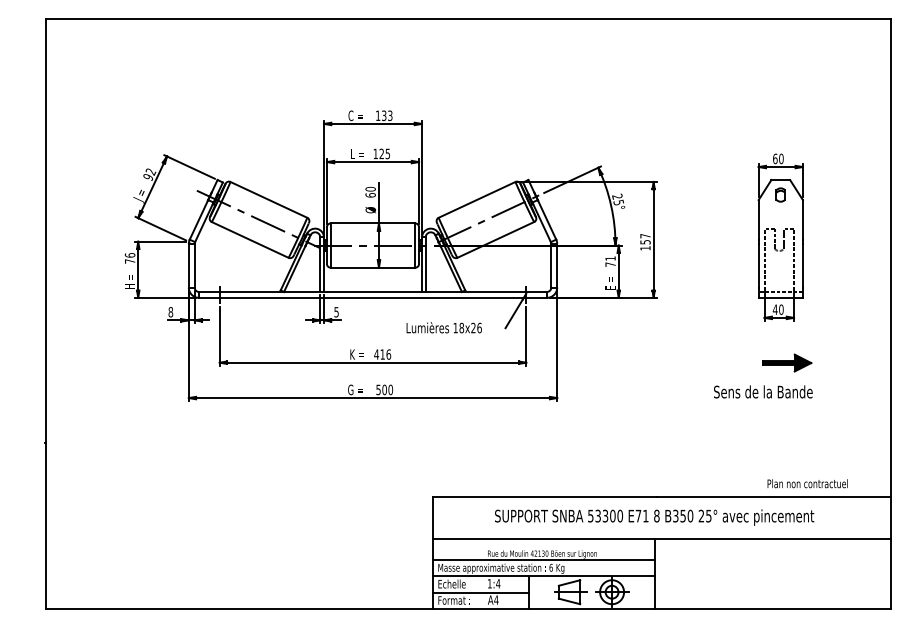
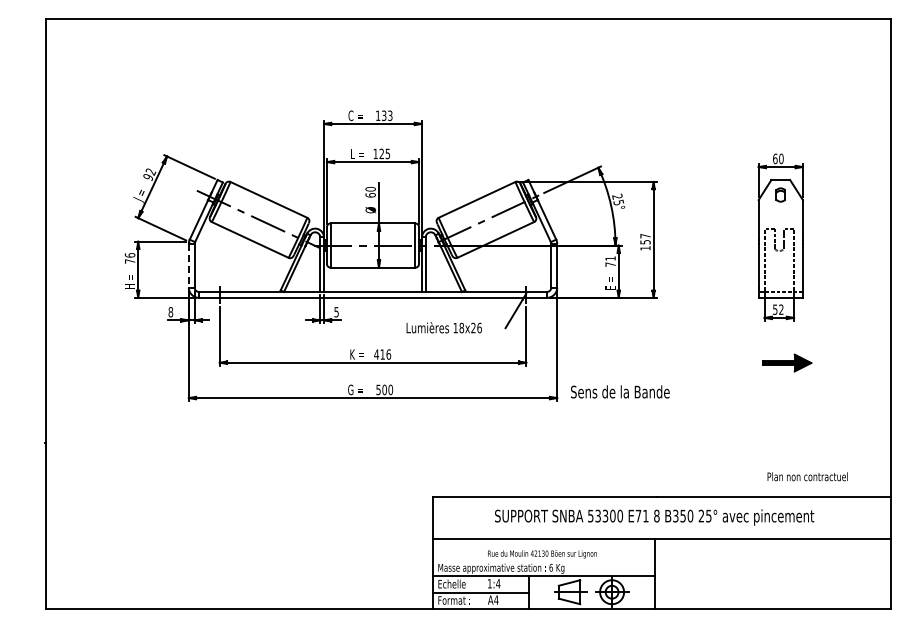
line at (188, 265): solid -> dashed
text at (777, 309): 40 -> 52
text at (763, 391) position: (763, 391) -> (620, 391)
text at (807, 483) position: (807, 483) -> (807, 476)
line at (543, 560): present -> none
